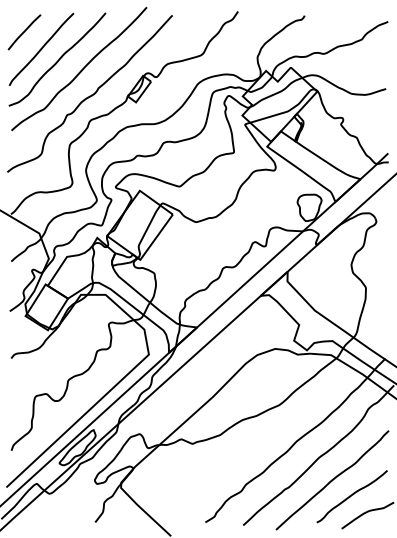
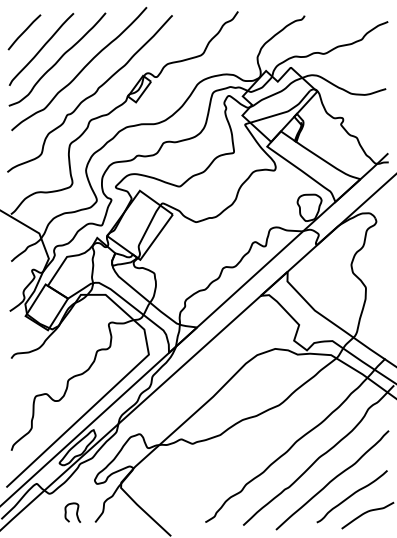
curve at (76, 512): none -> present
